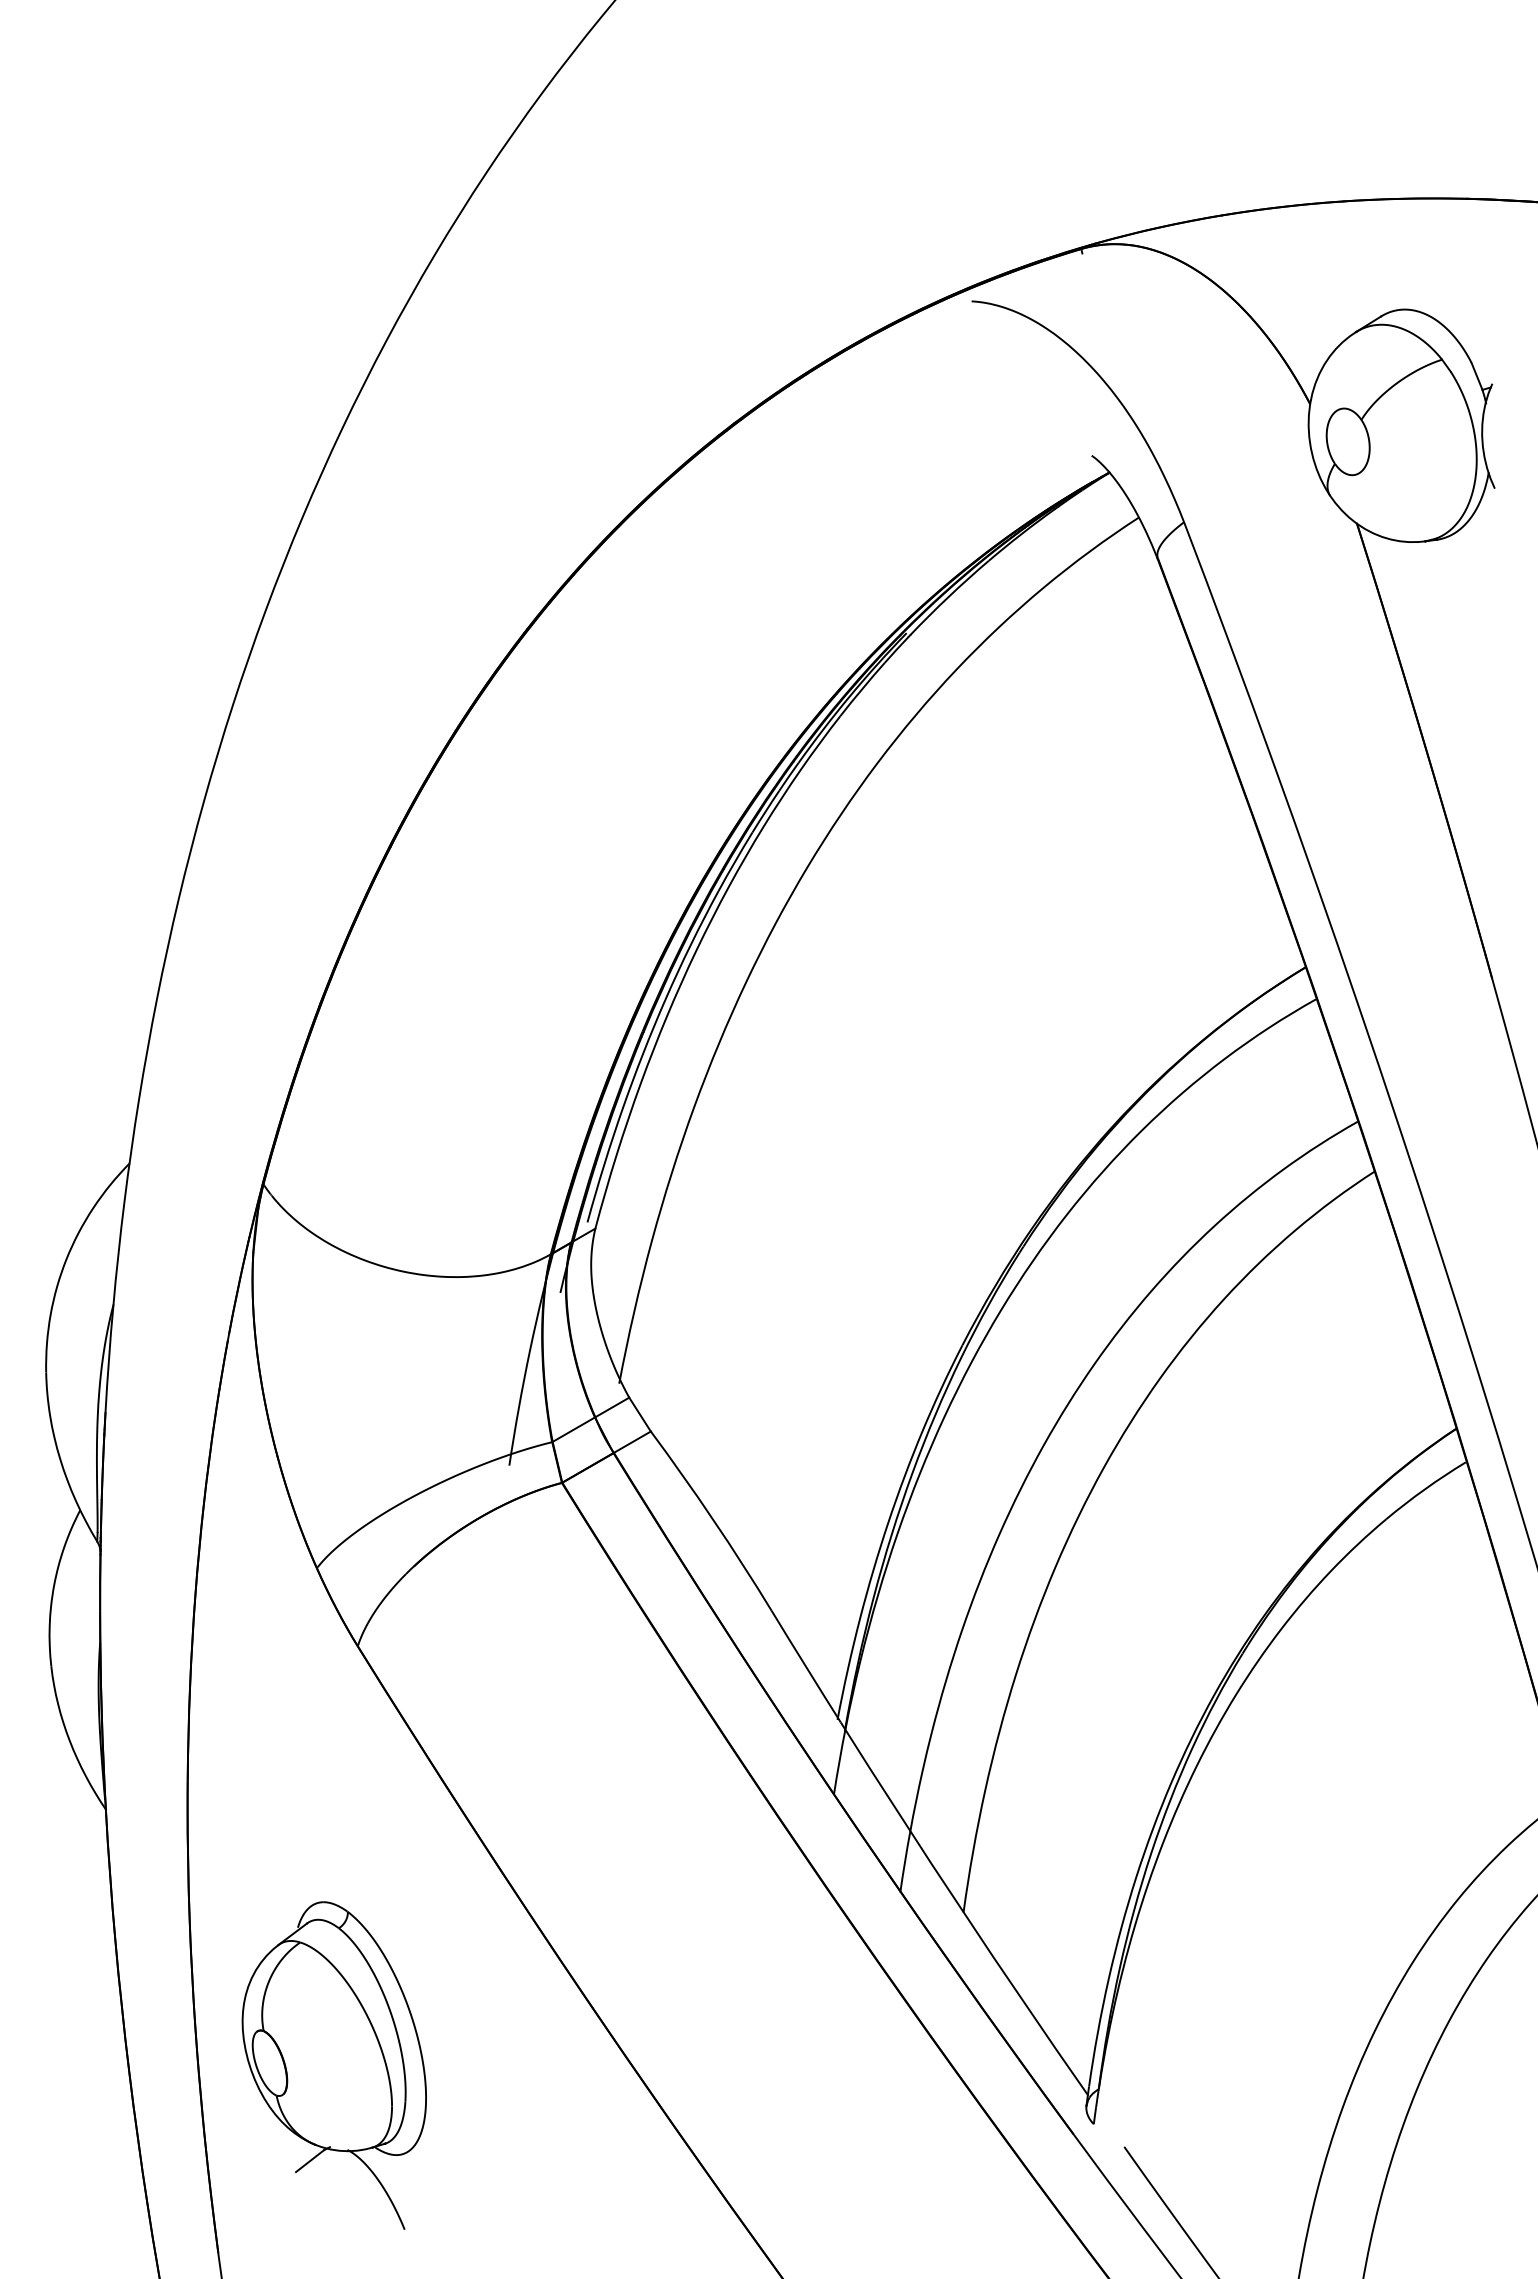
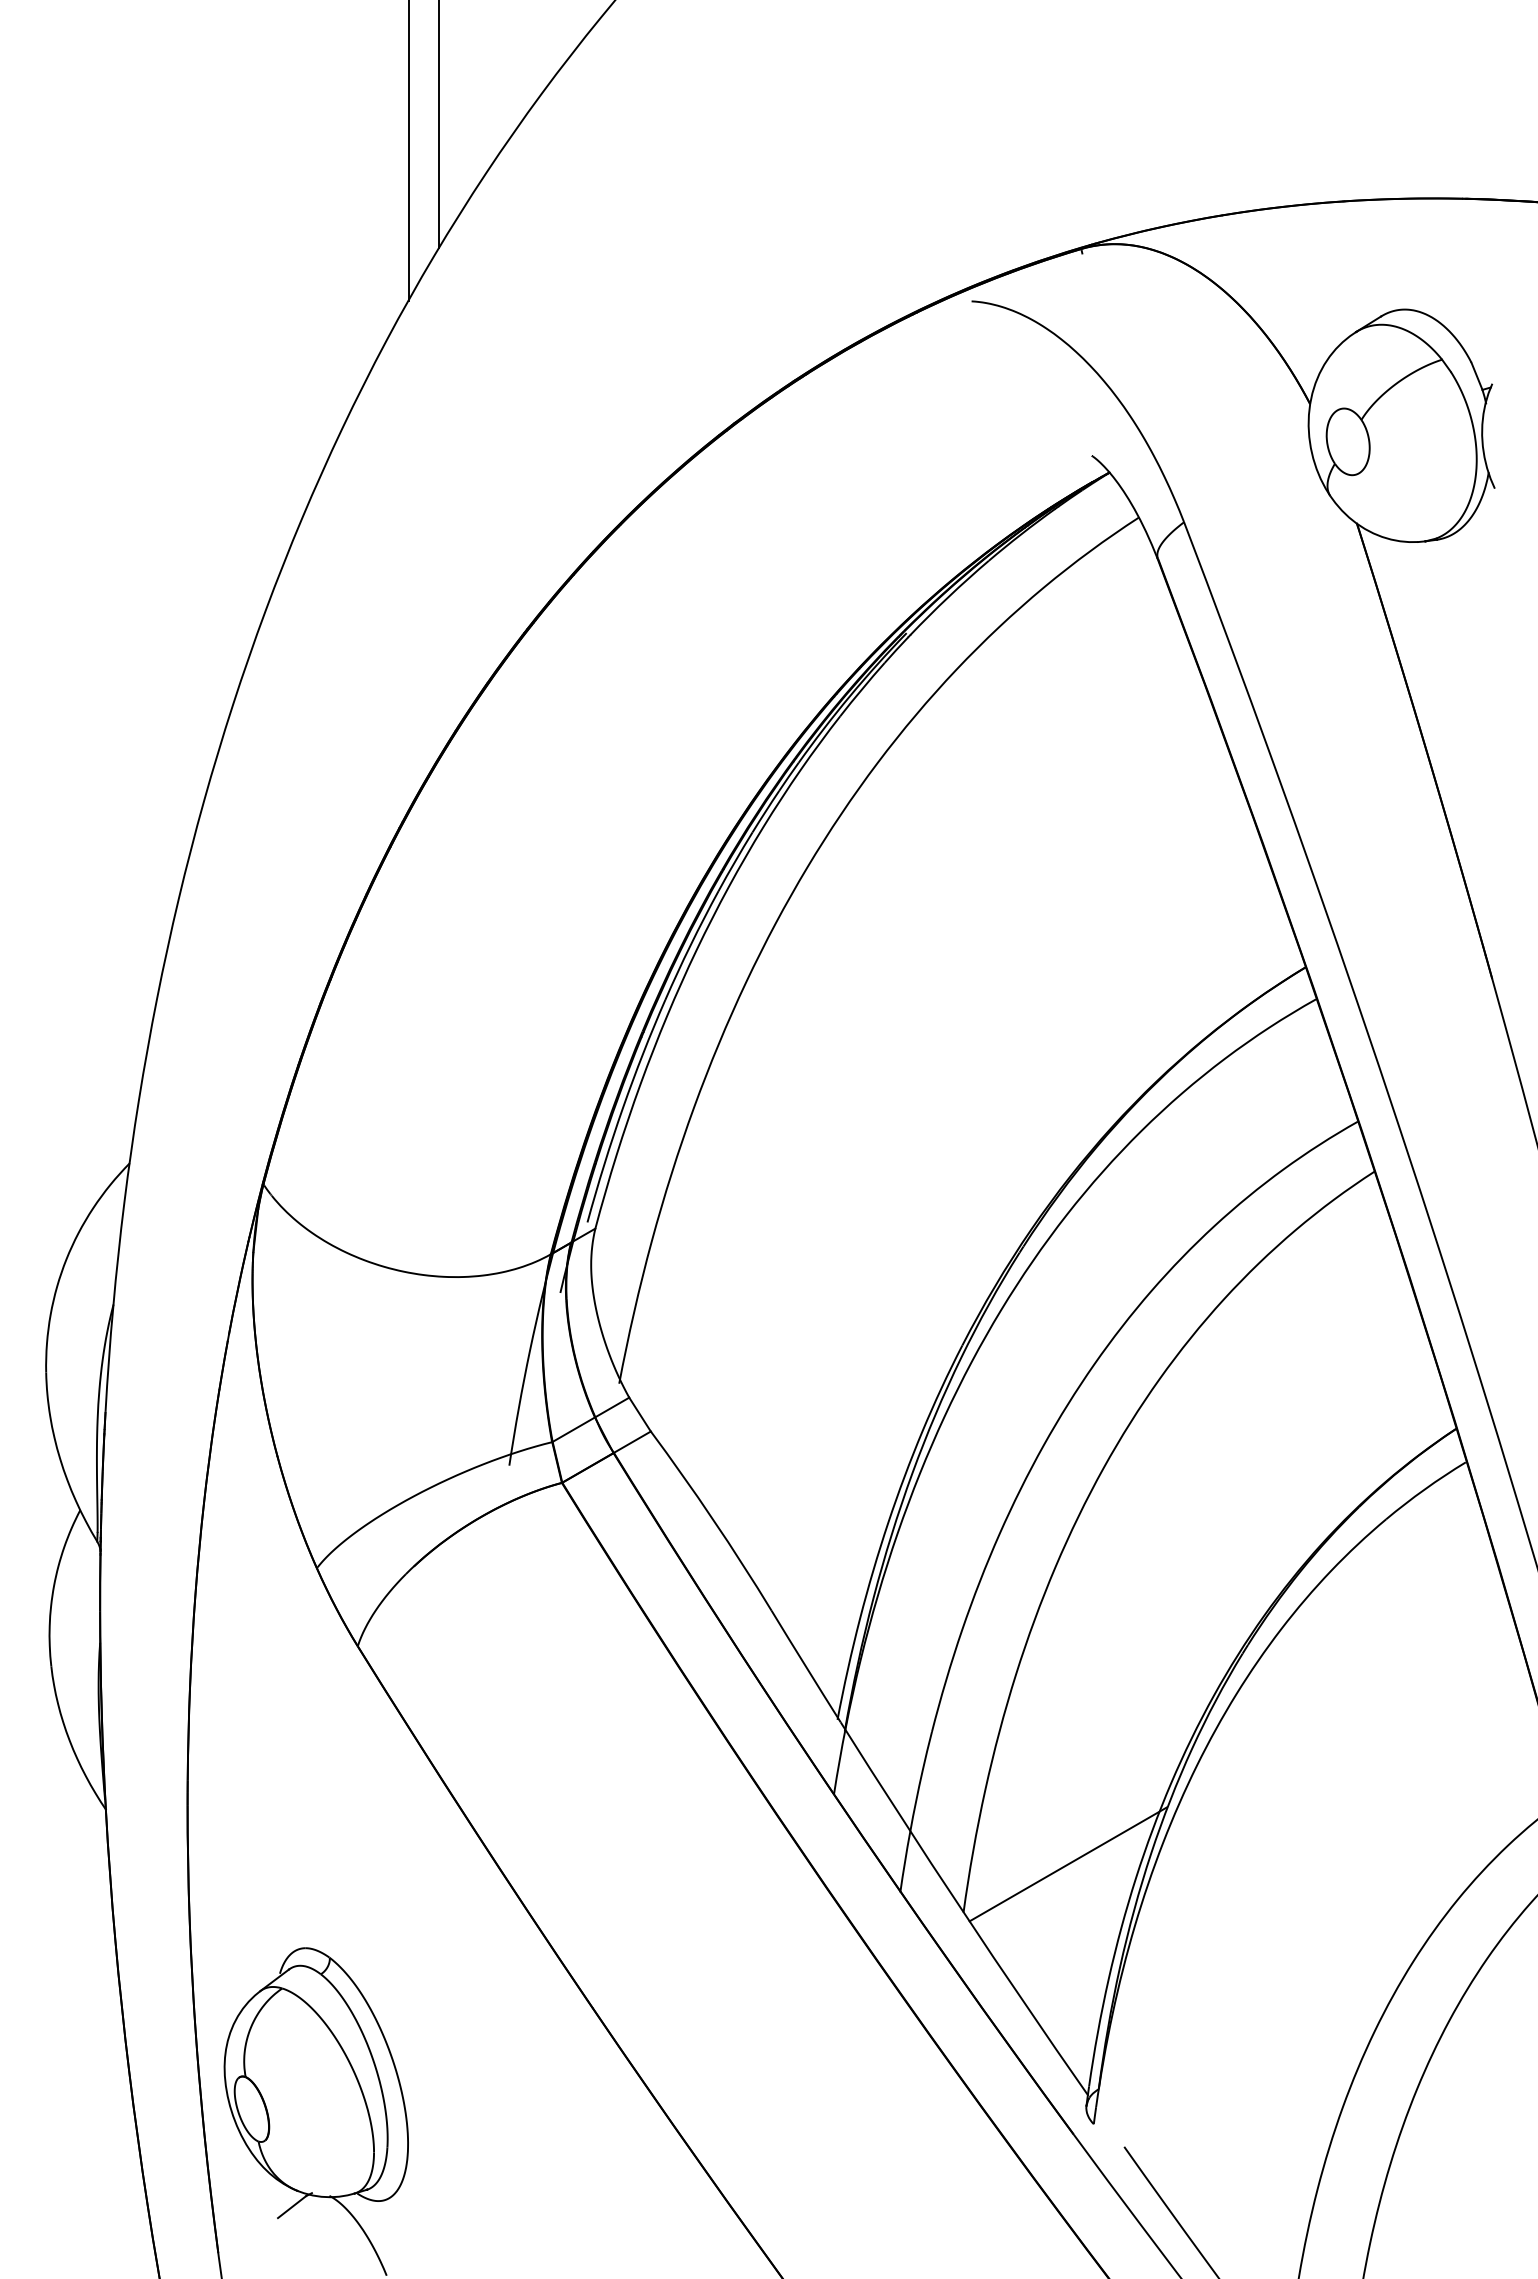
line at (439, 125): none -> present
line at (408, 151): none -> present
line at (1067, 1864): none -> present
part at (333, 2065) position: (333, 2065) -> (315, 2111)
